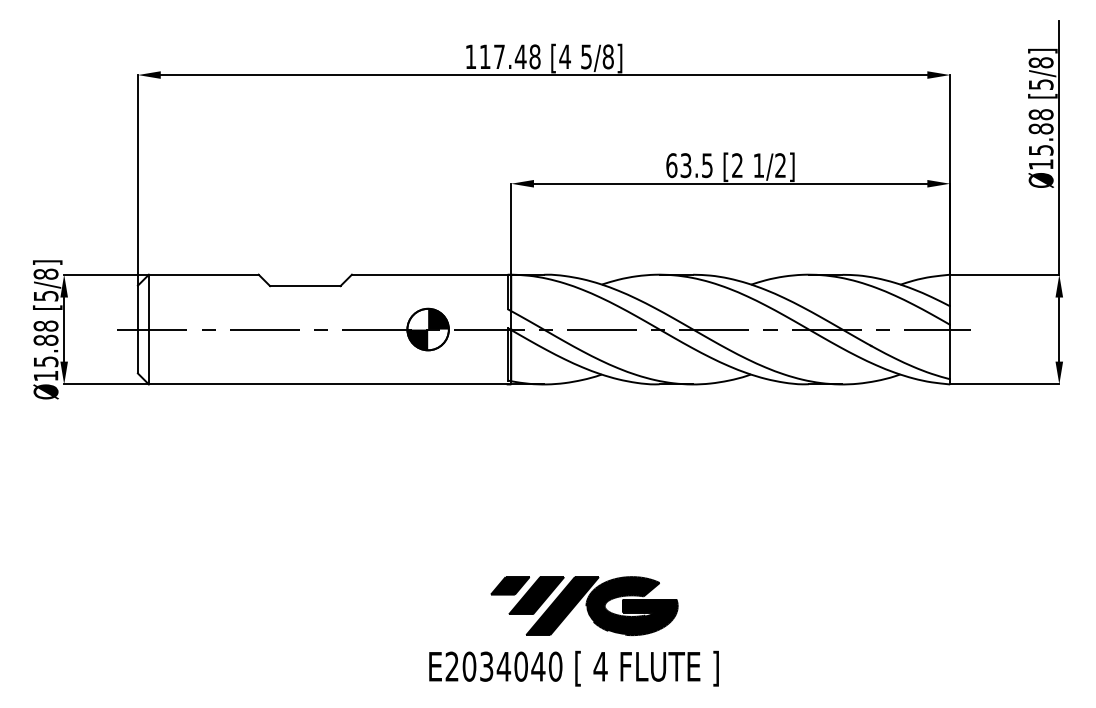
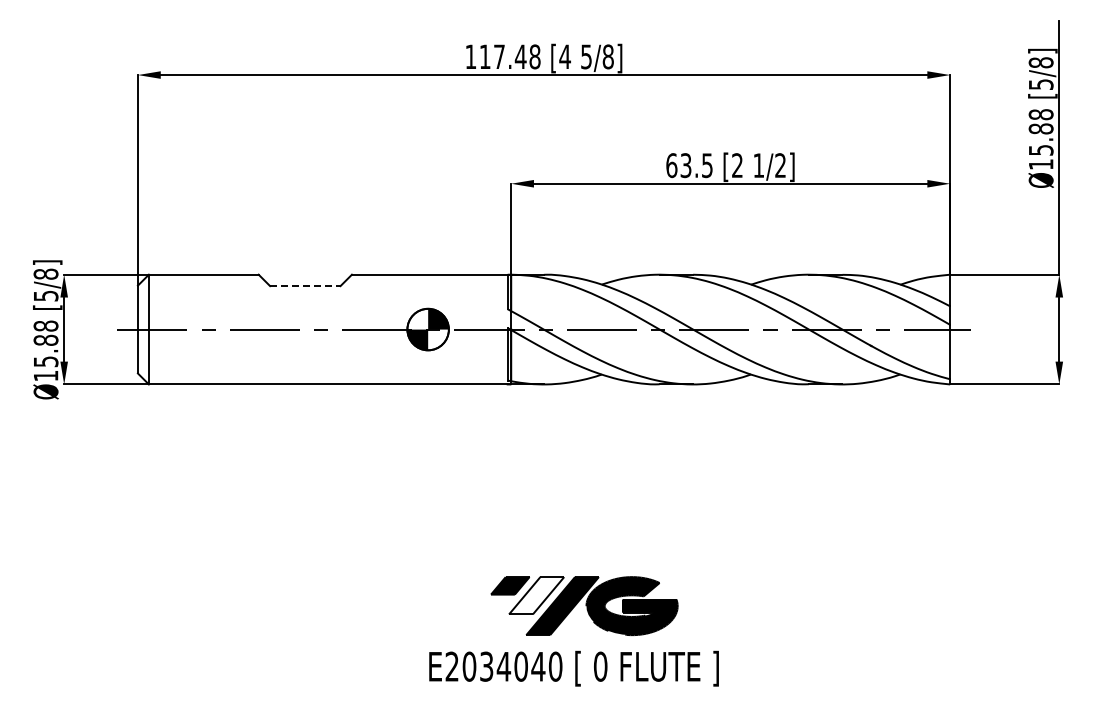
line at (305, 286): solid -> dashed
fill at (536, 595): present -> none
text at (600, 666): 4 -> 0
